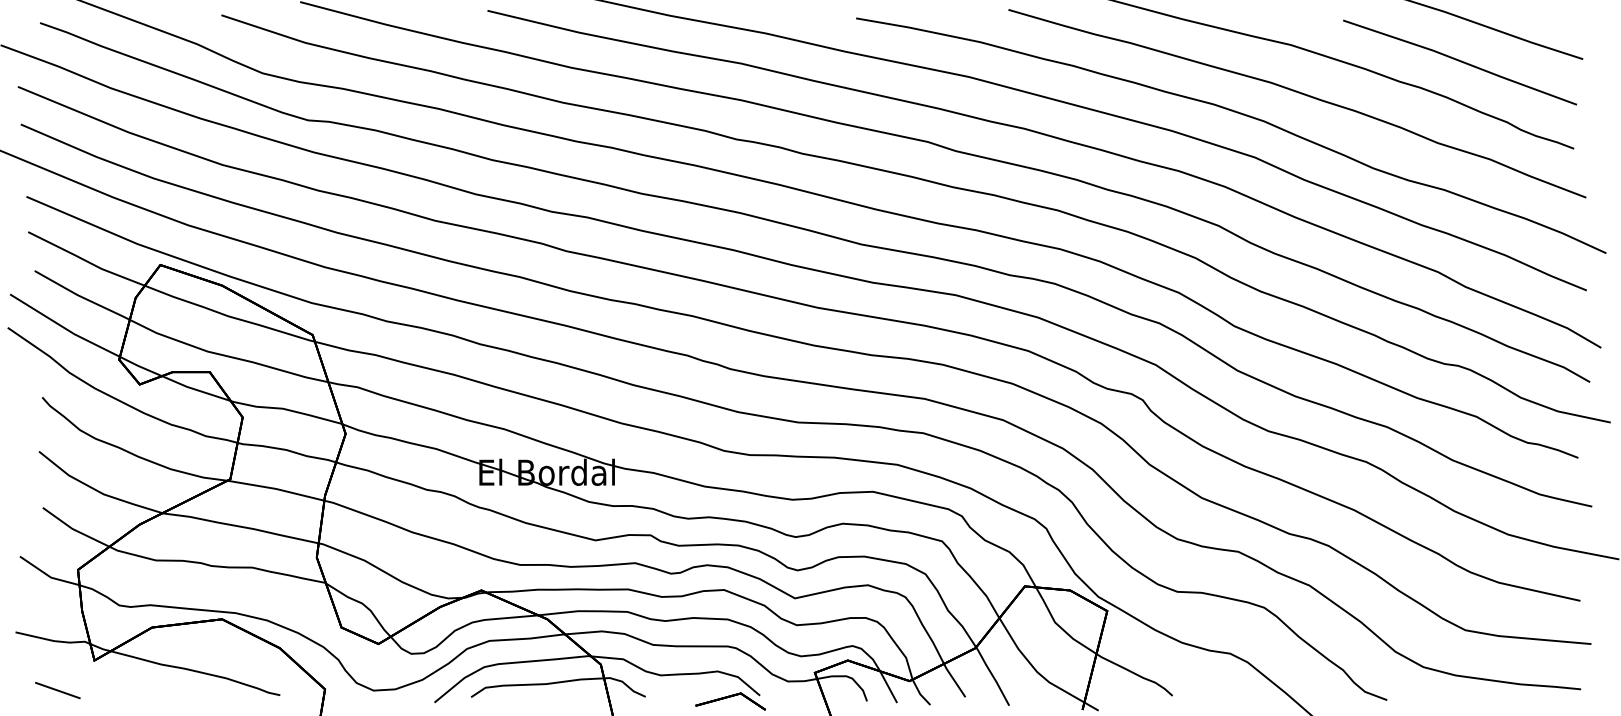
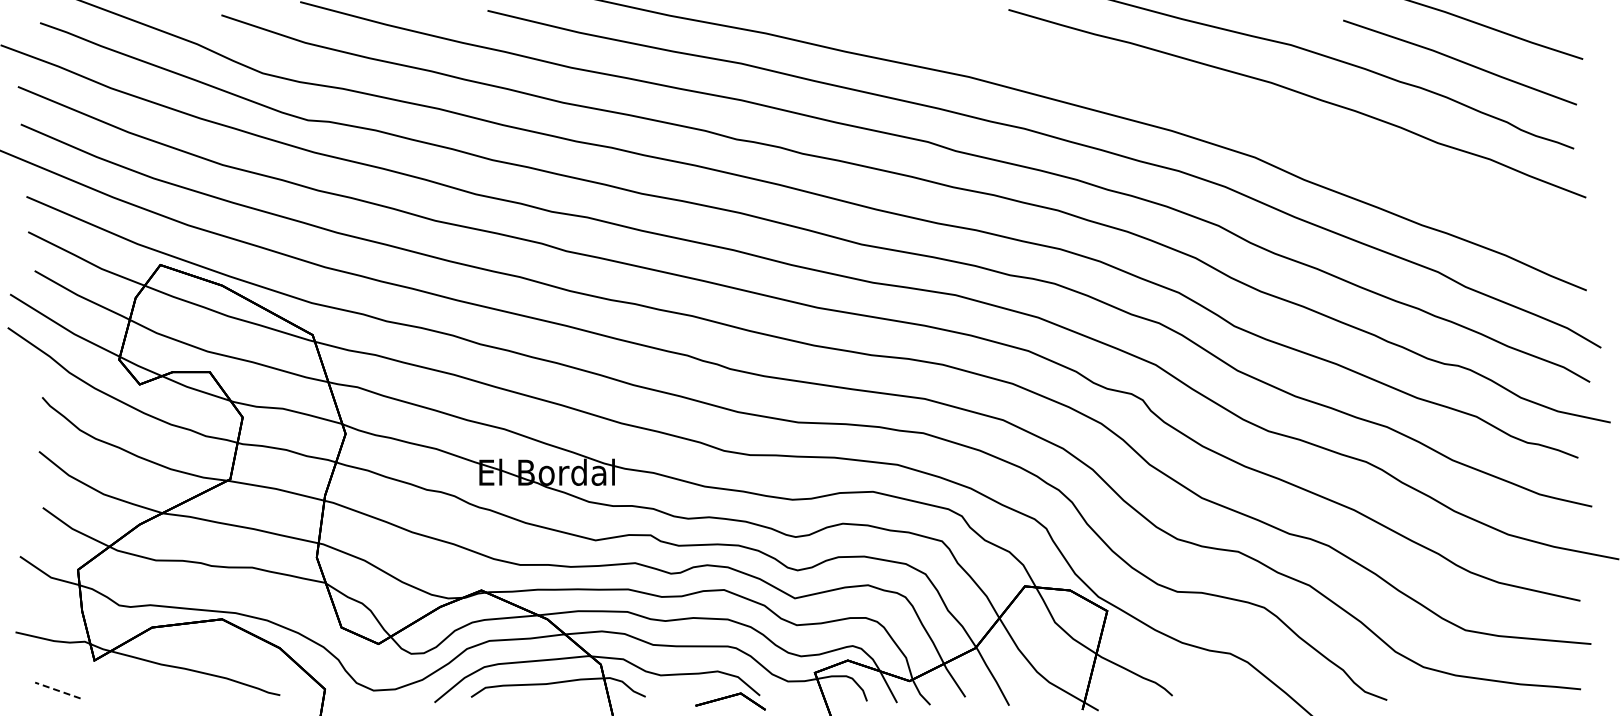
curve at (1237, 113): present -> none
line at (57, 690): solid -> dashed
